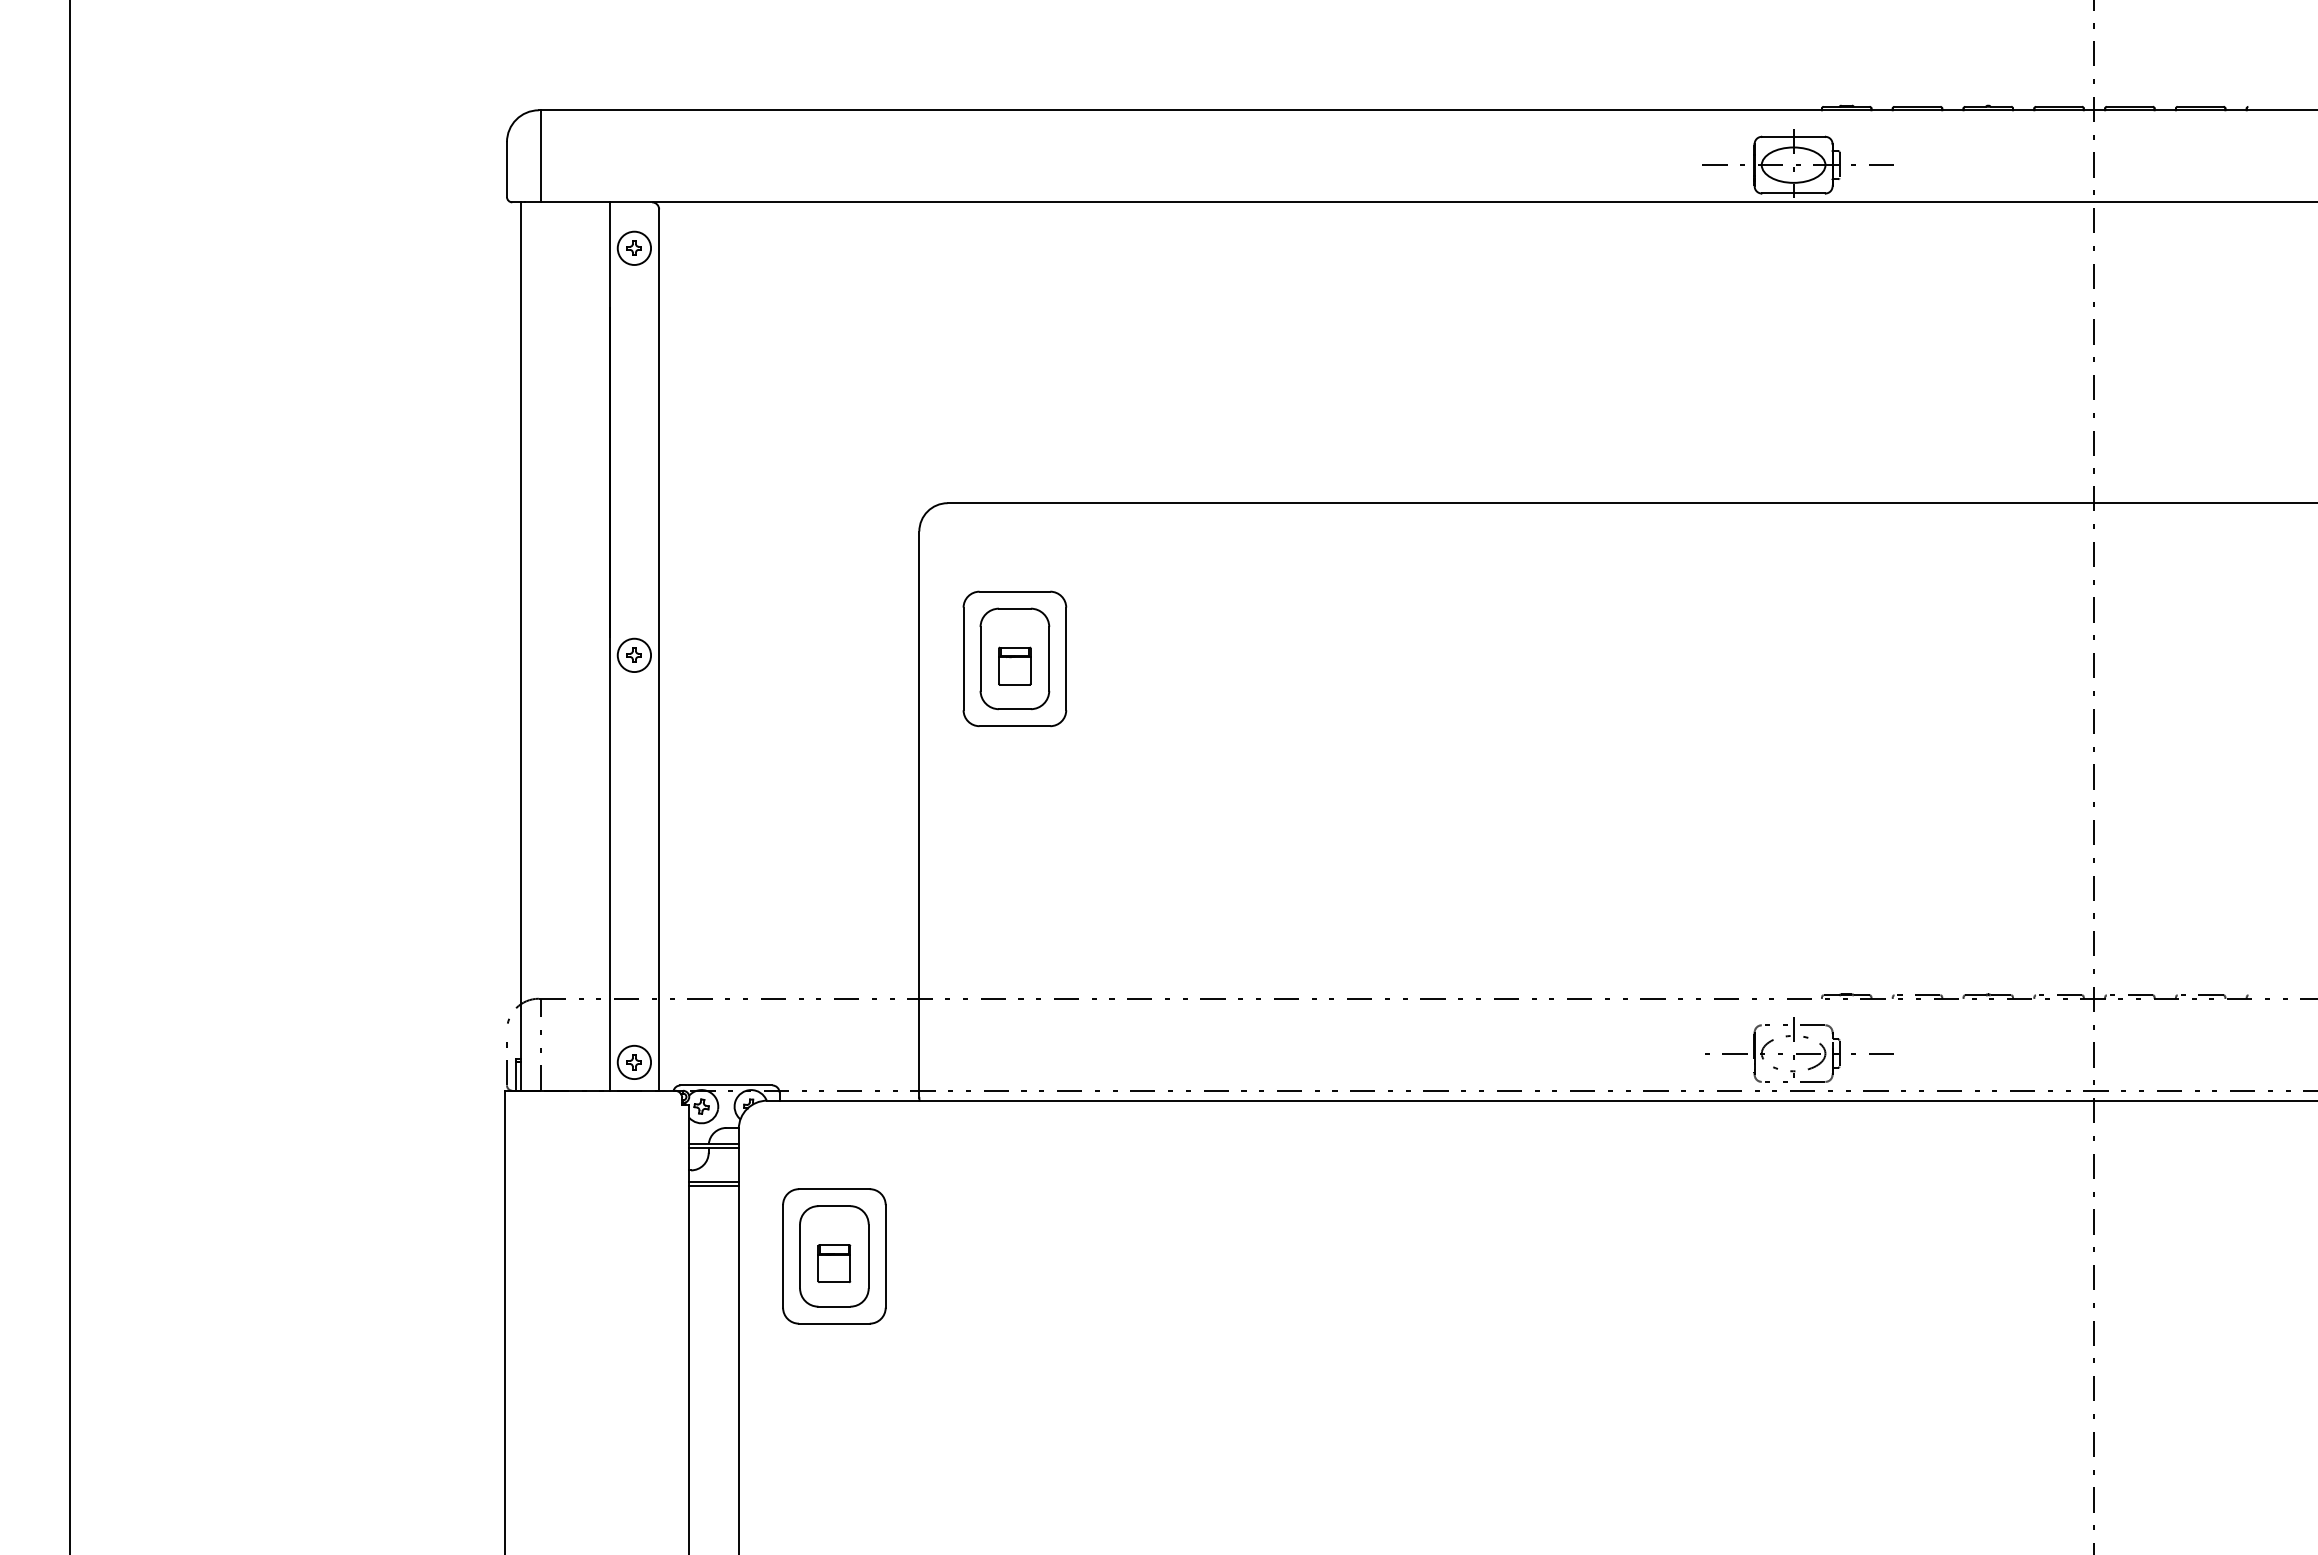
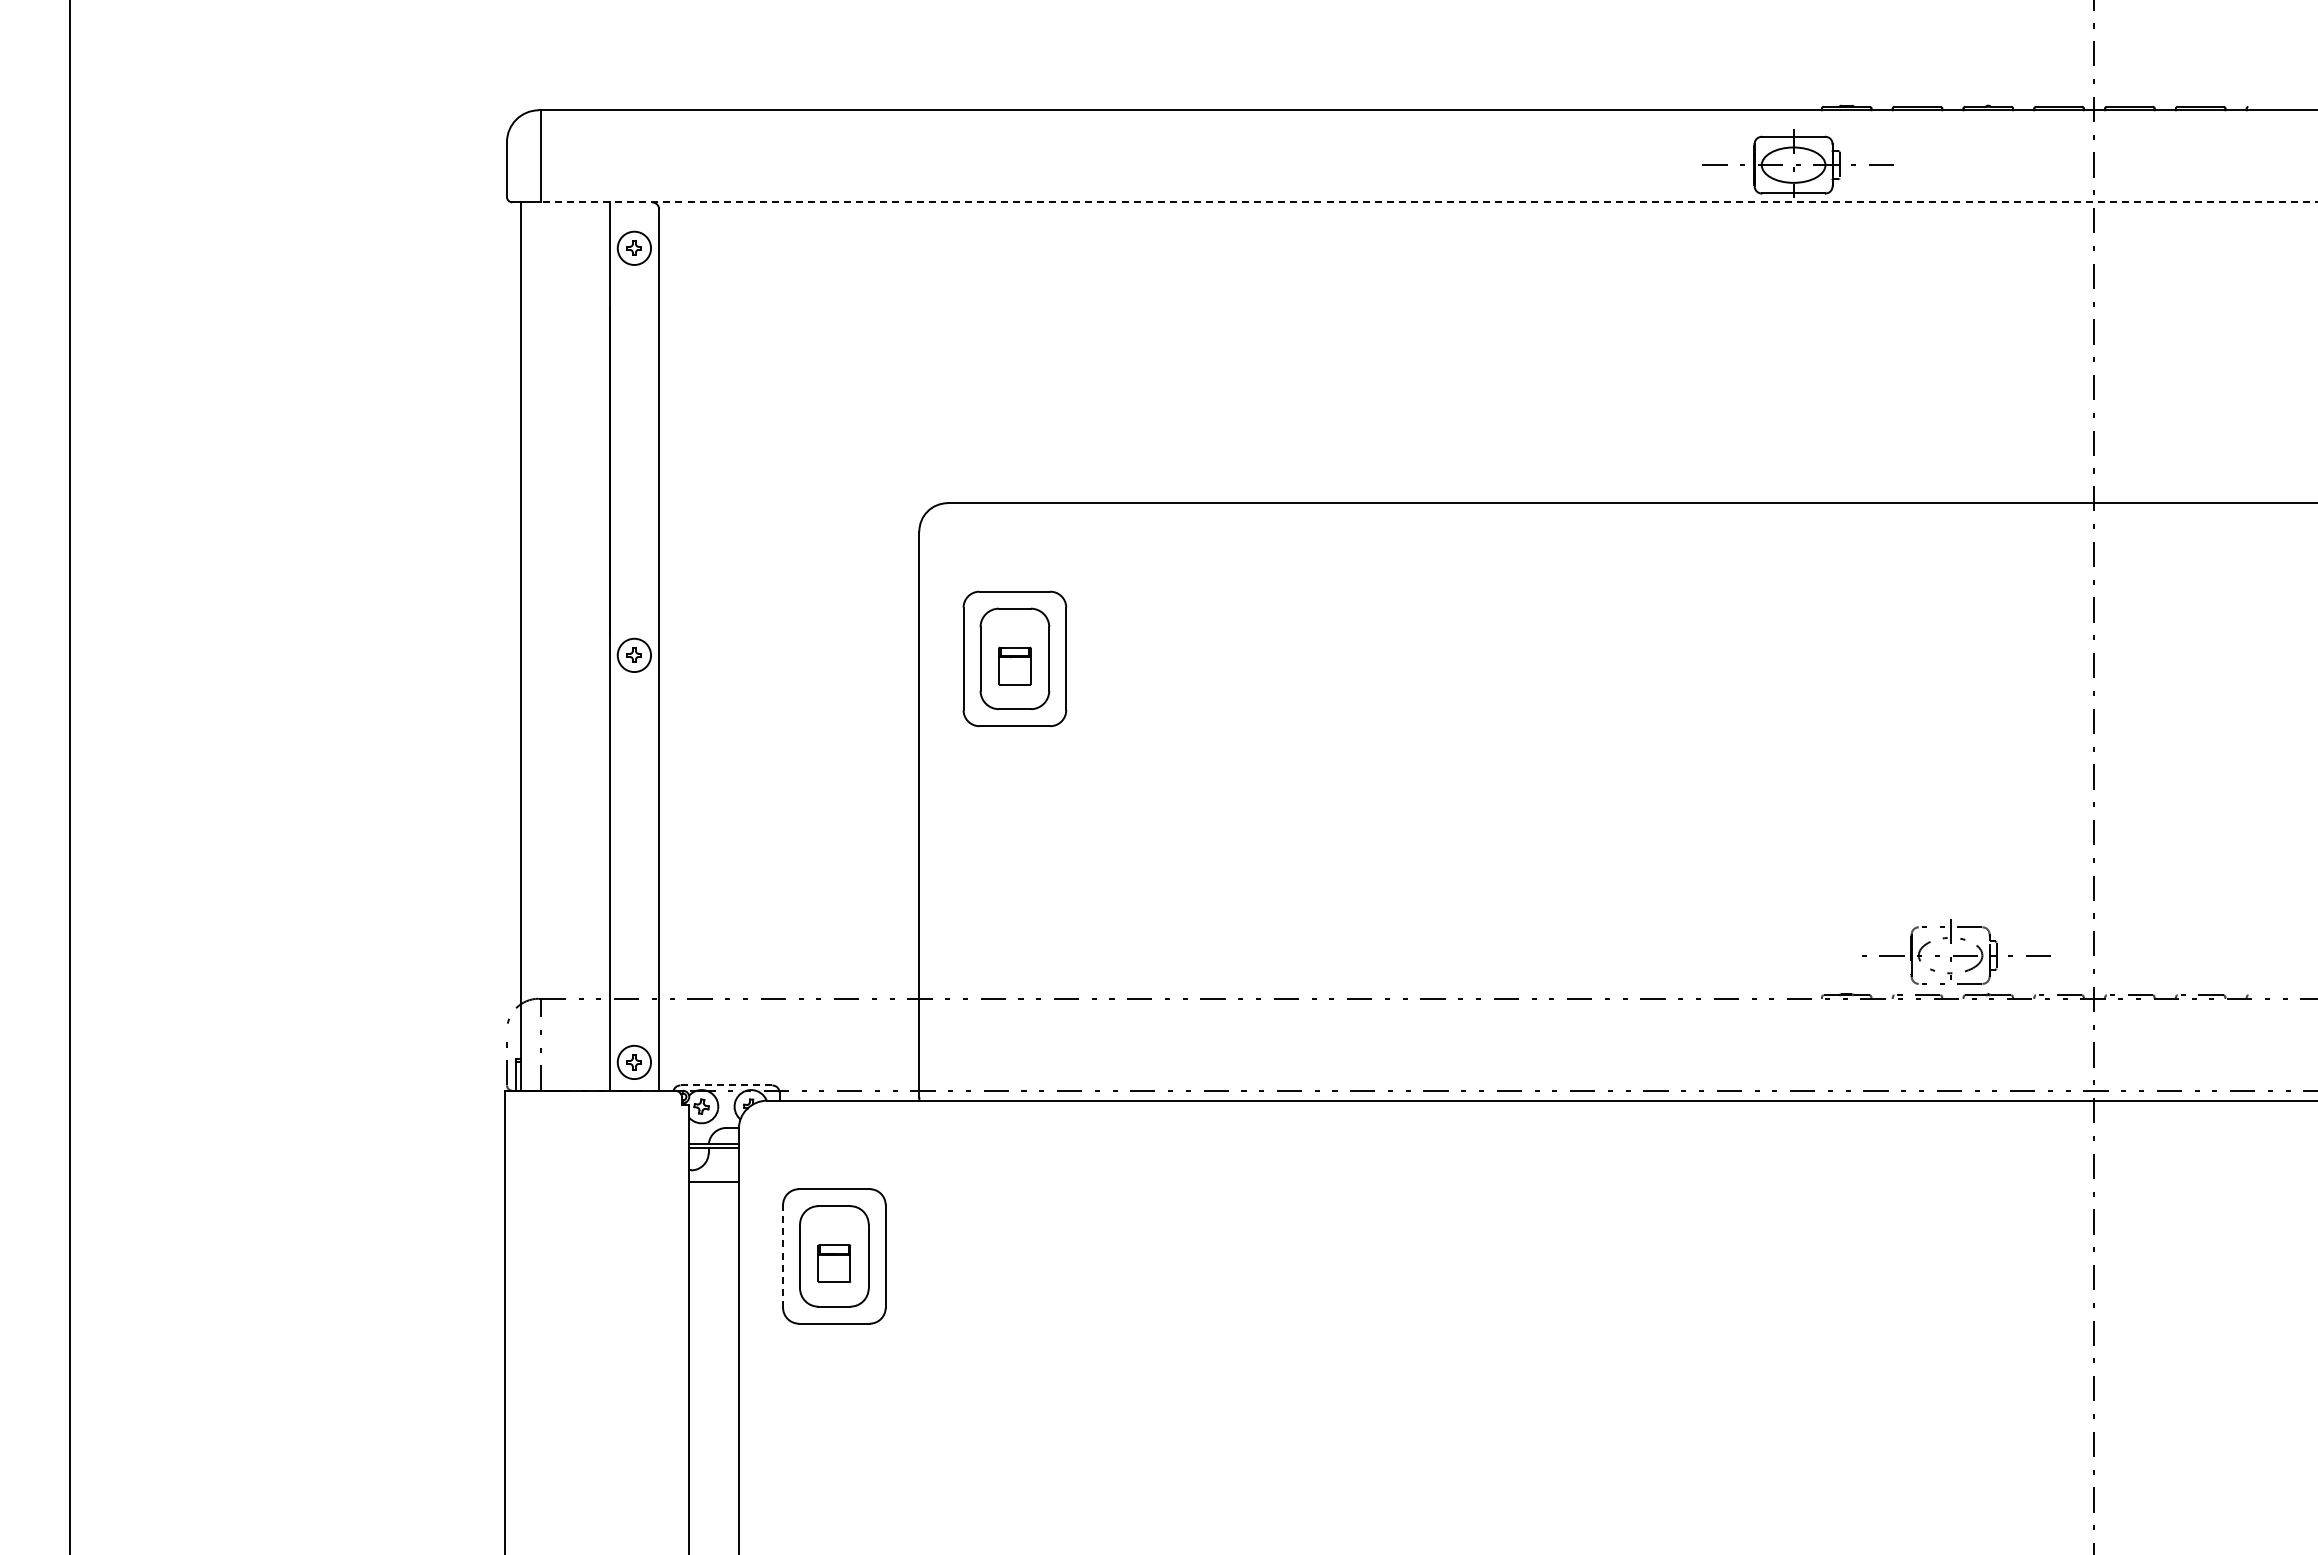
line at (1428, 202): solid -> dashed
part at (1799, 1049) position: (1799, 1049) -> (1956, 951)
line at (725, 1085): solid -> dashed
line at (713, 1186): present -> none
line at (783, 1255): solid -> dashed
